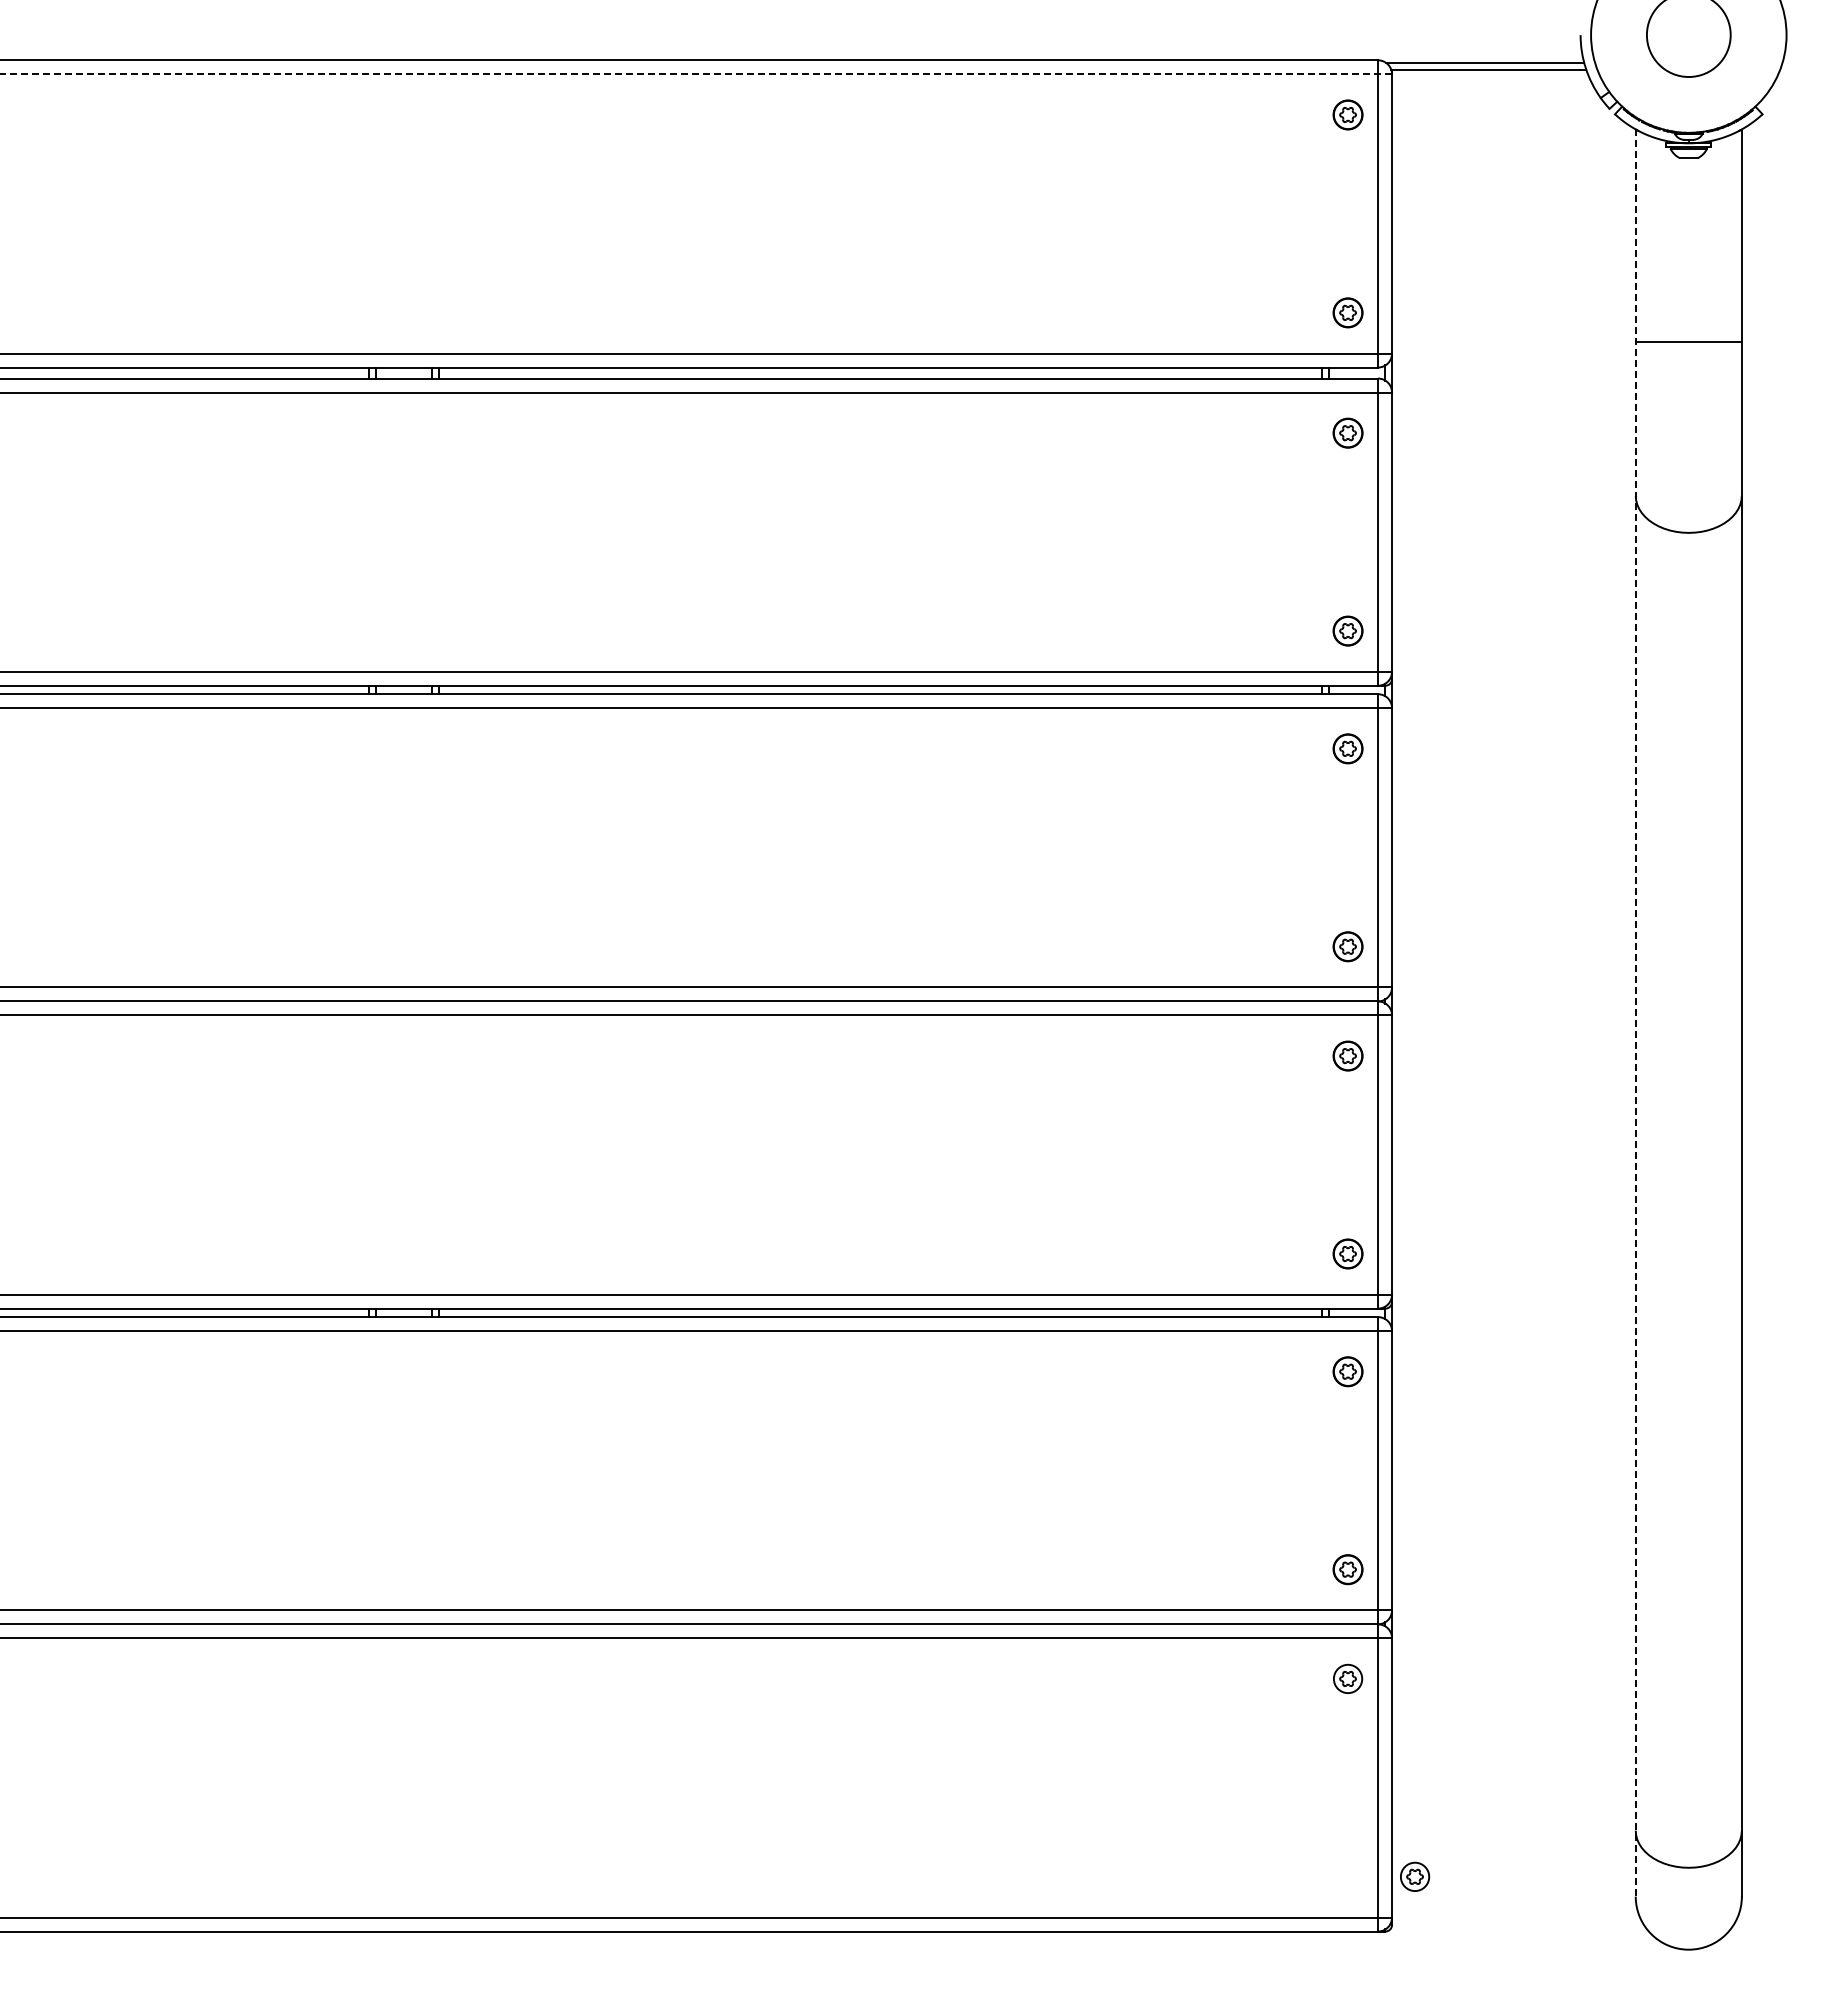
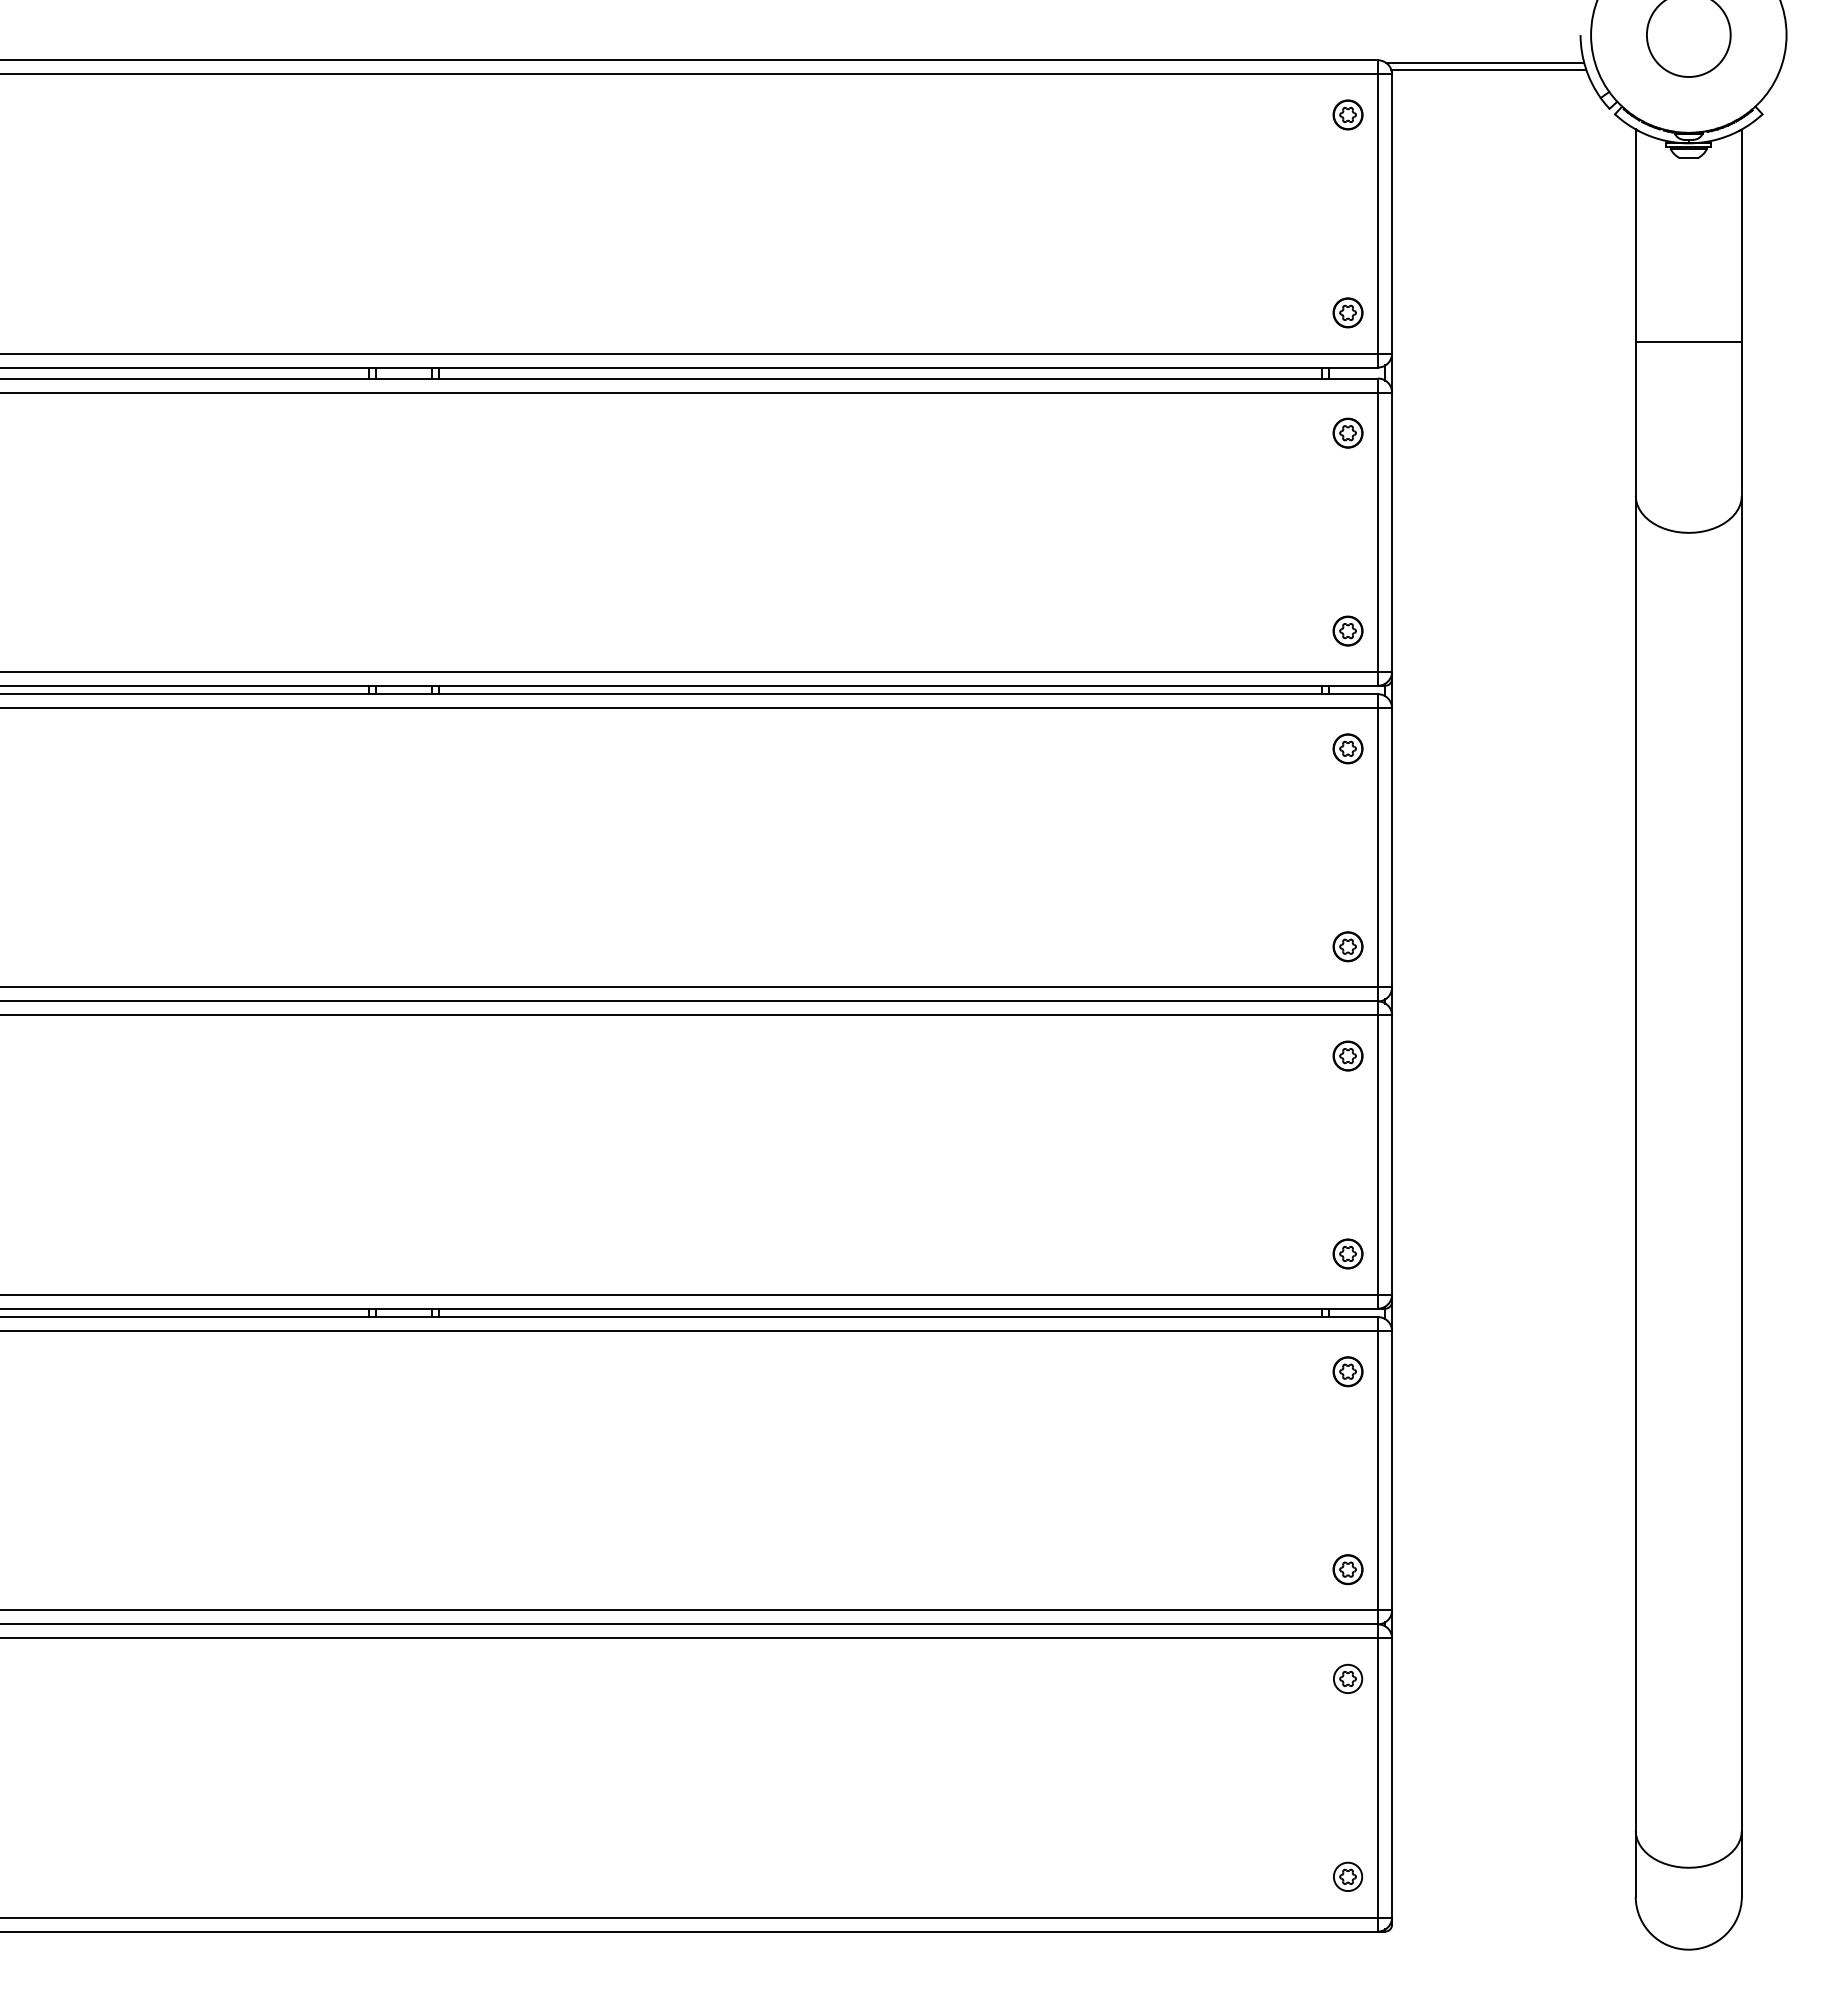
line at (696, 74): dashed -> solid
line at (1635, 1013): dashed -> solid
part at (1415, 1876) position: (1415, 1876) -> (1348, 1876)
